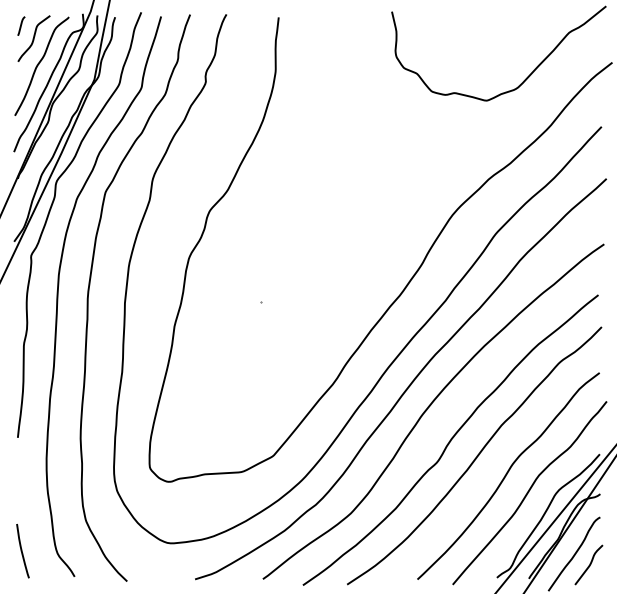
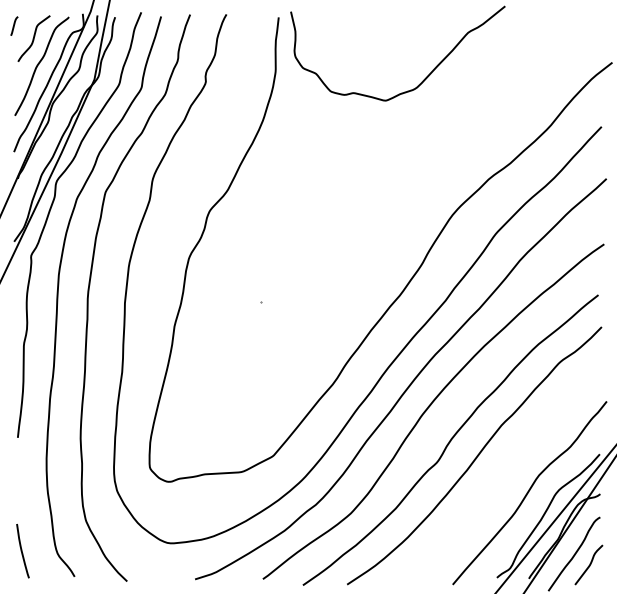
line at (21, 25) position: (21, 25) -> (14, 25)
curve at (524, 79) position: (524, 79) -> (423, 79)
curve at (507, 474): present -> none
